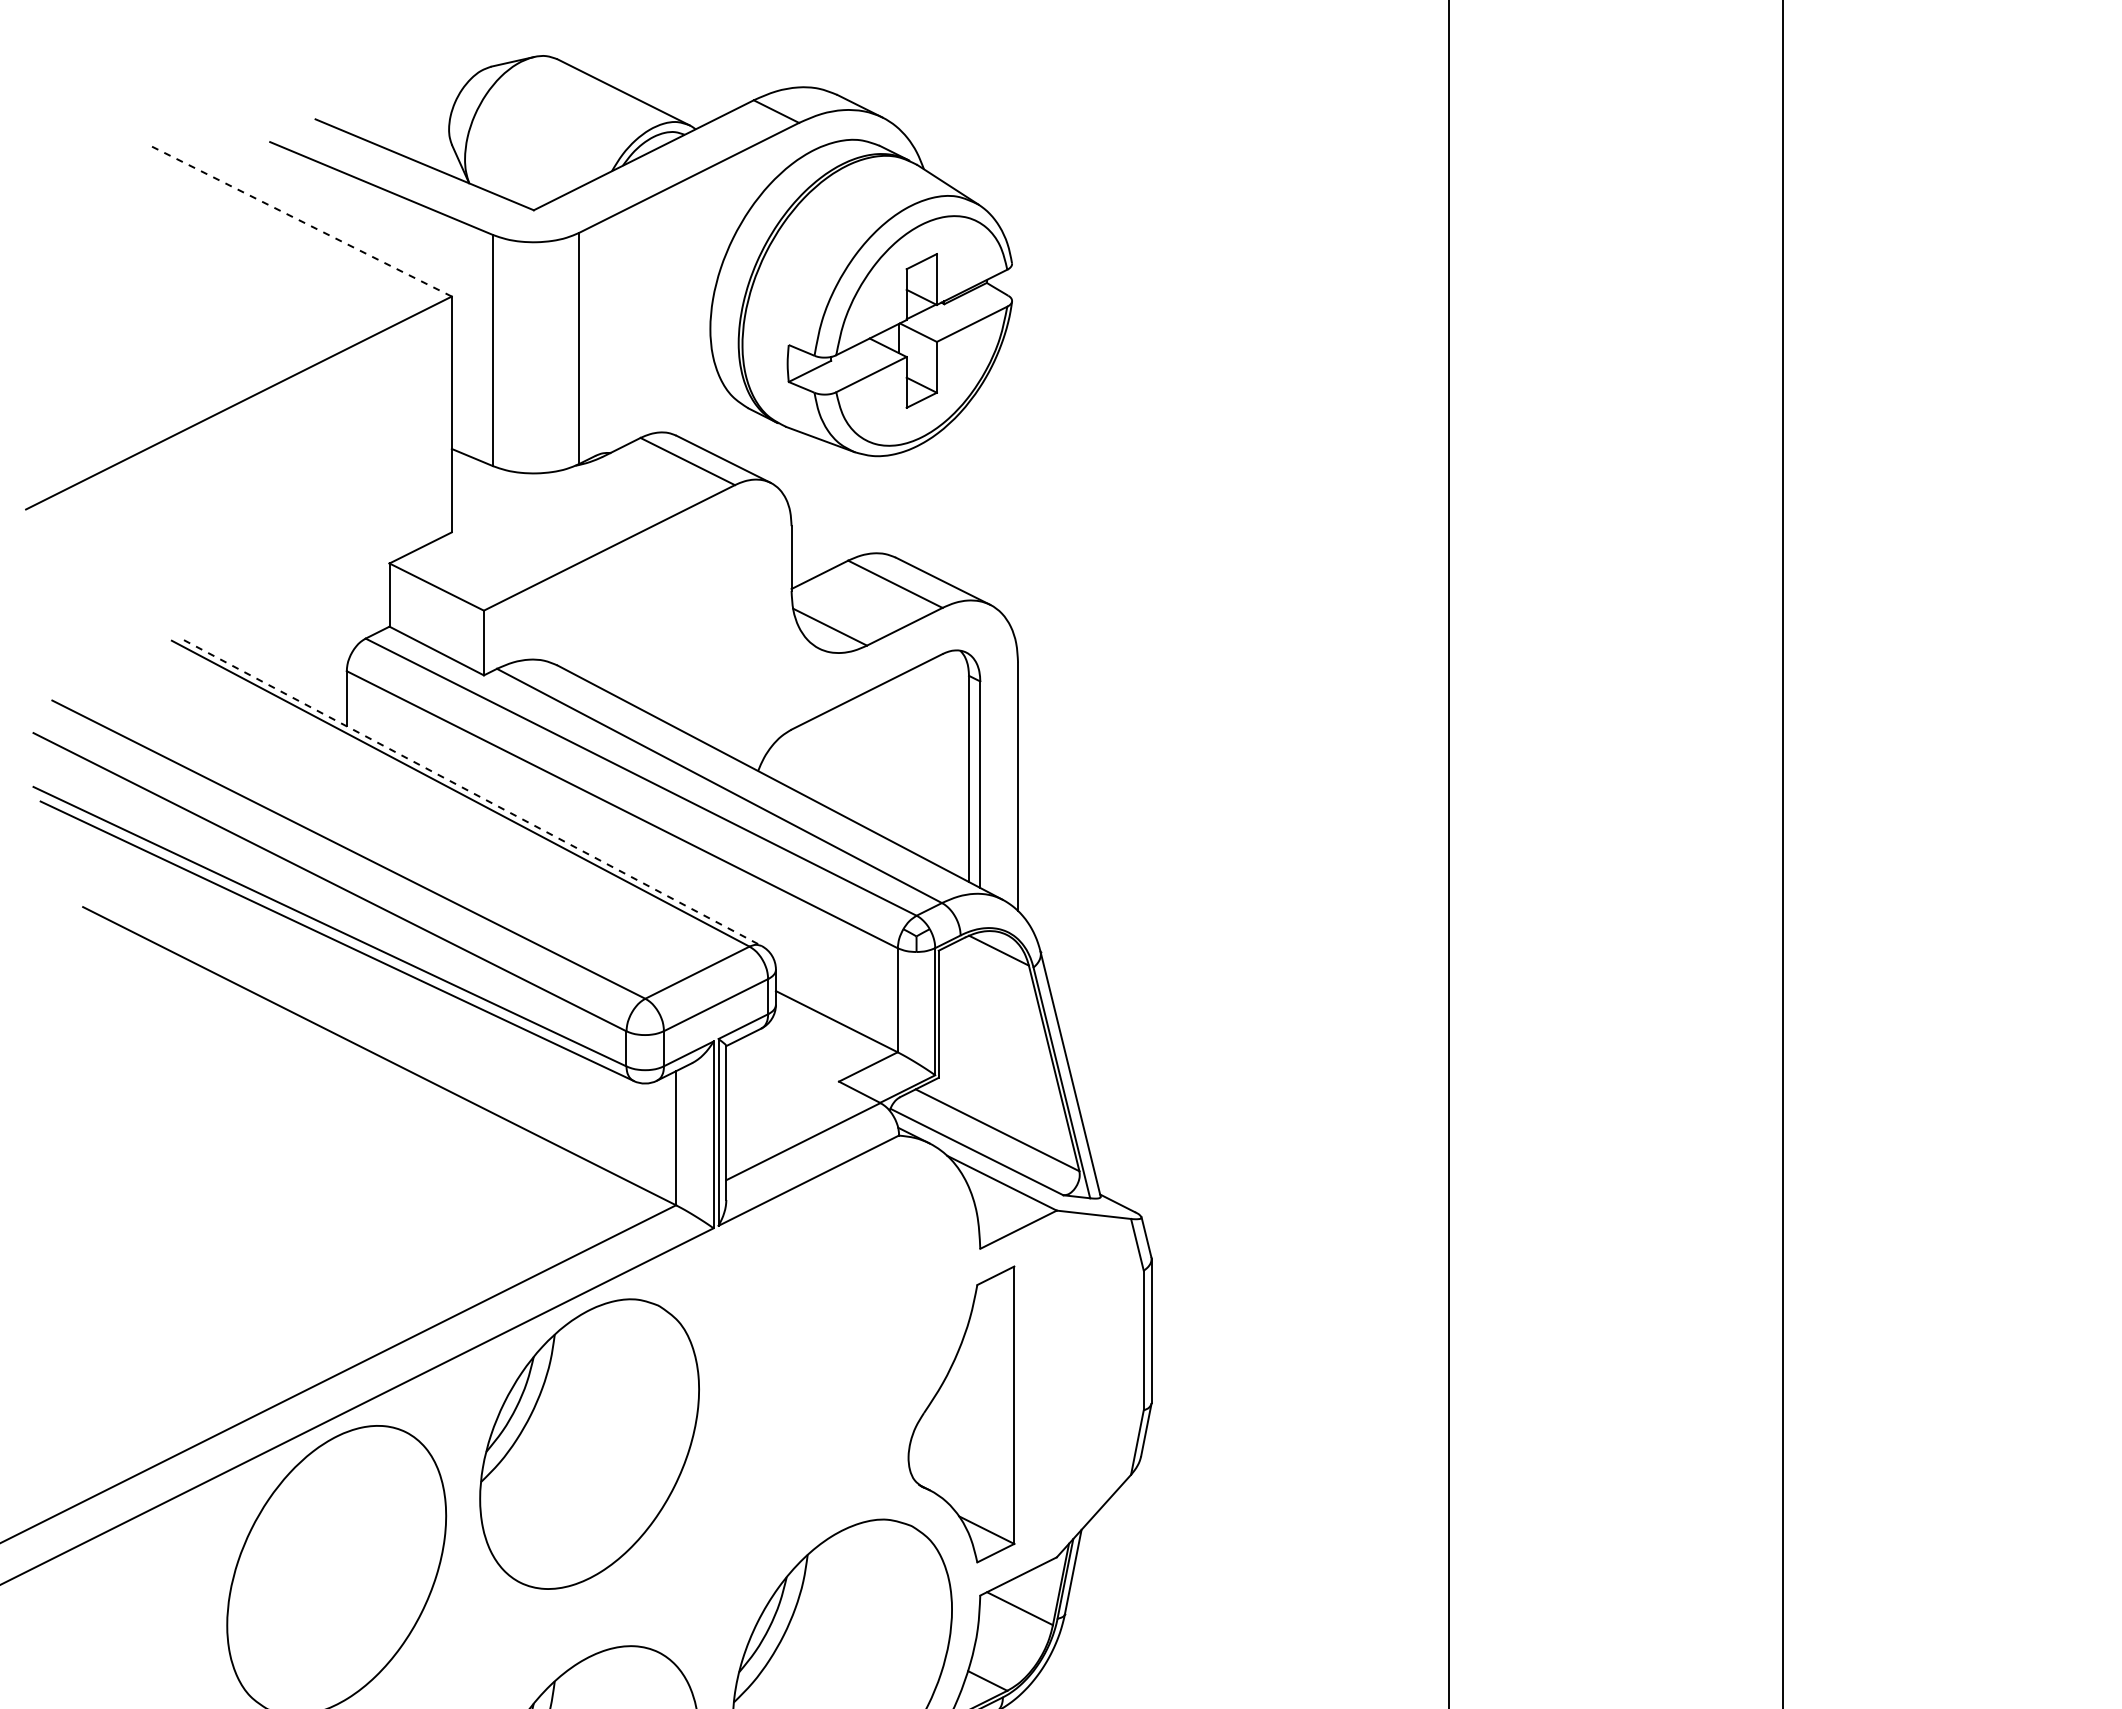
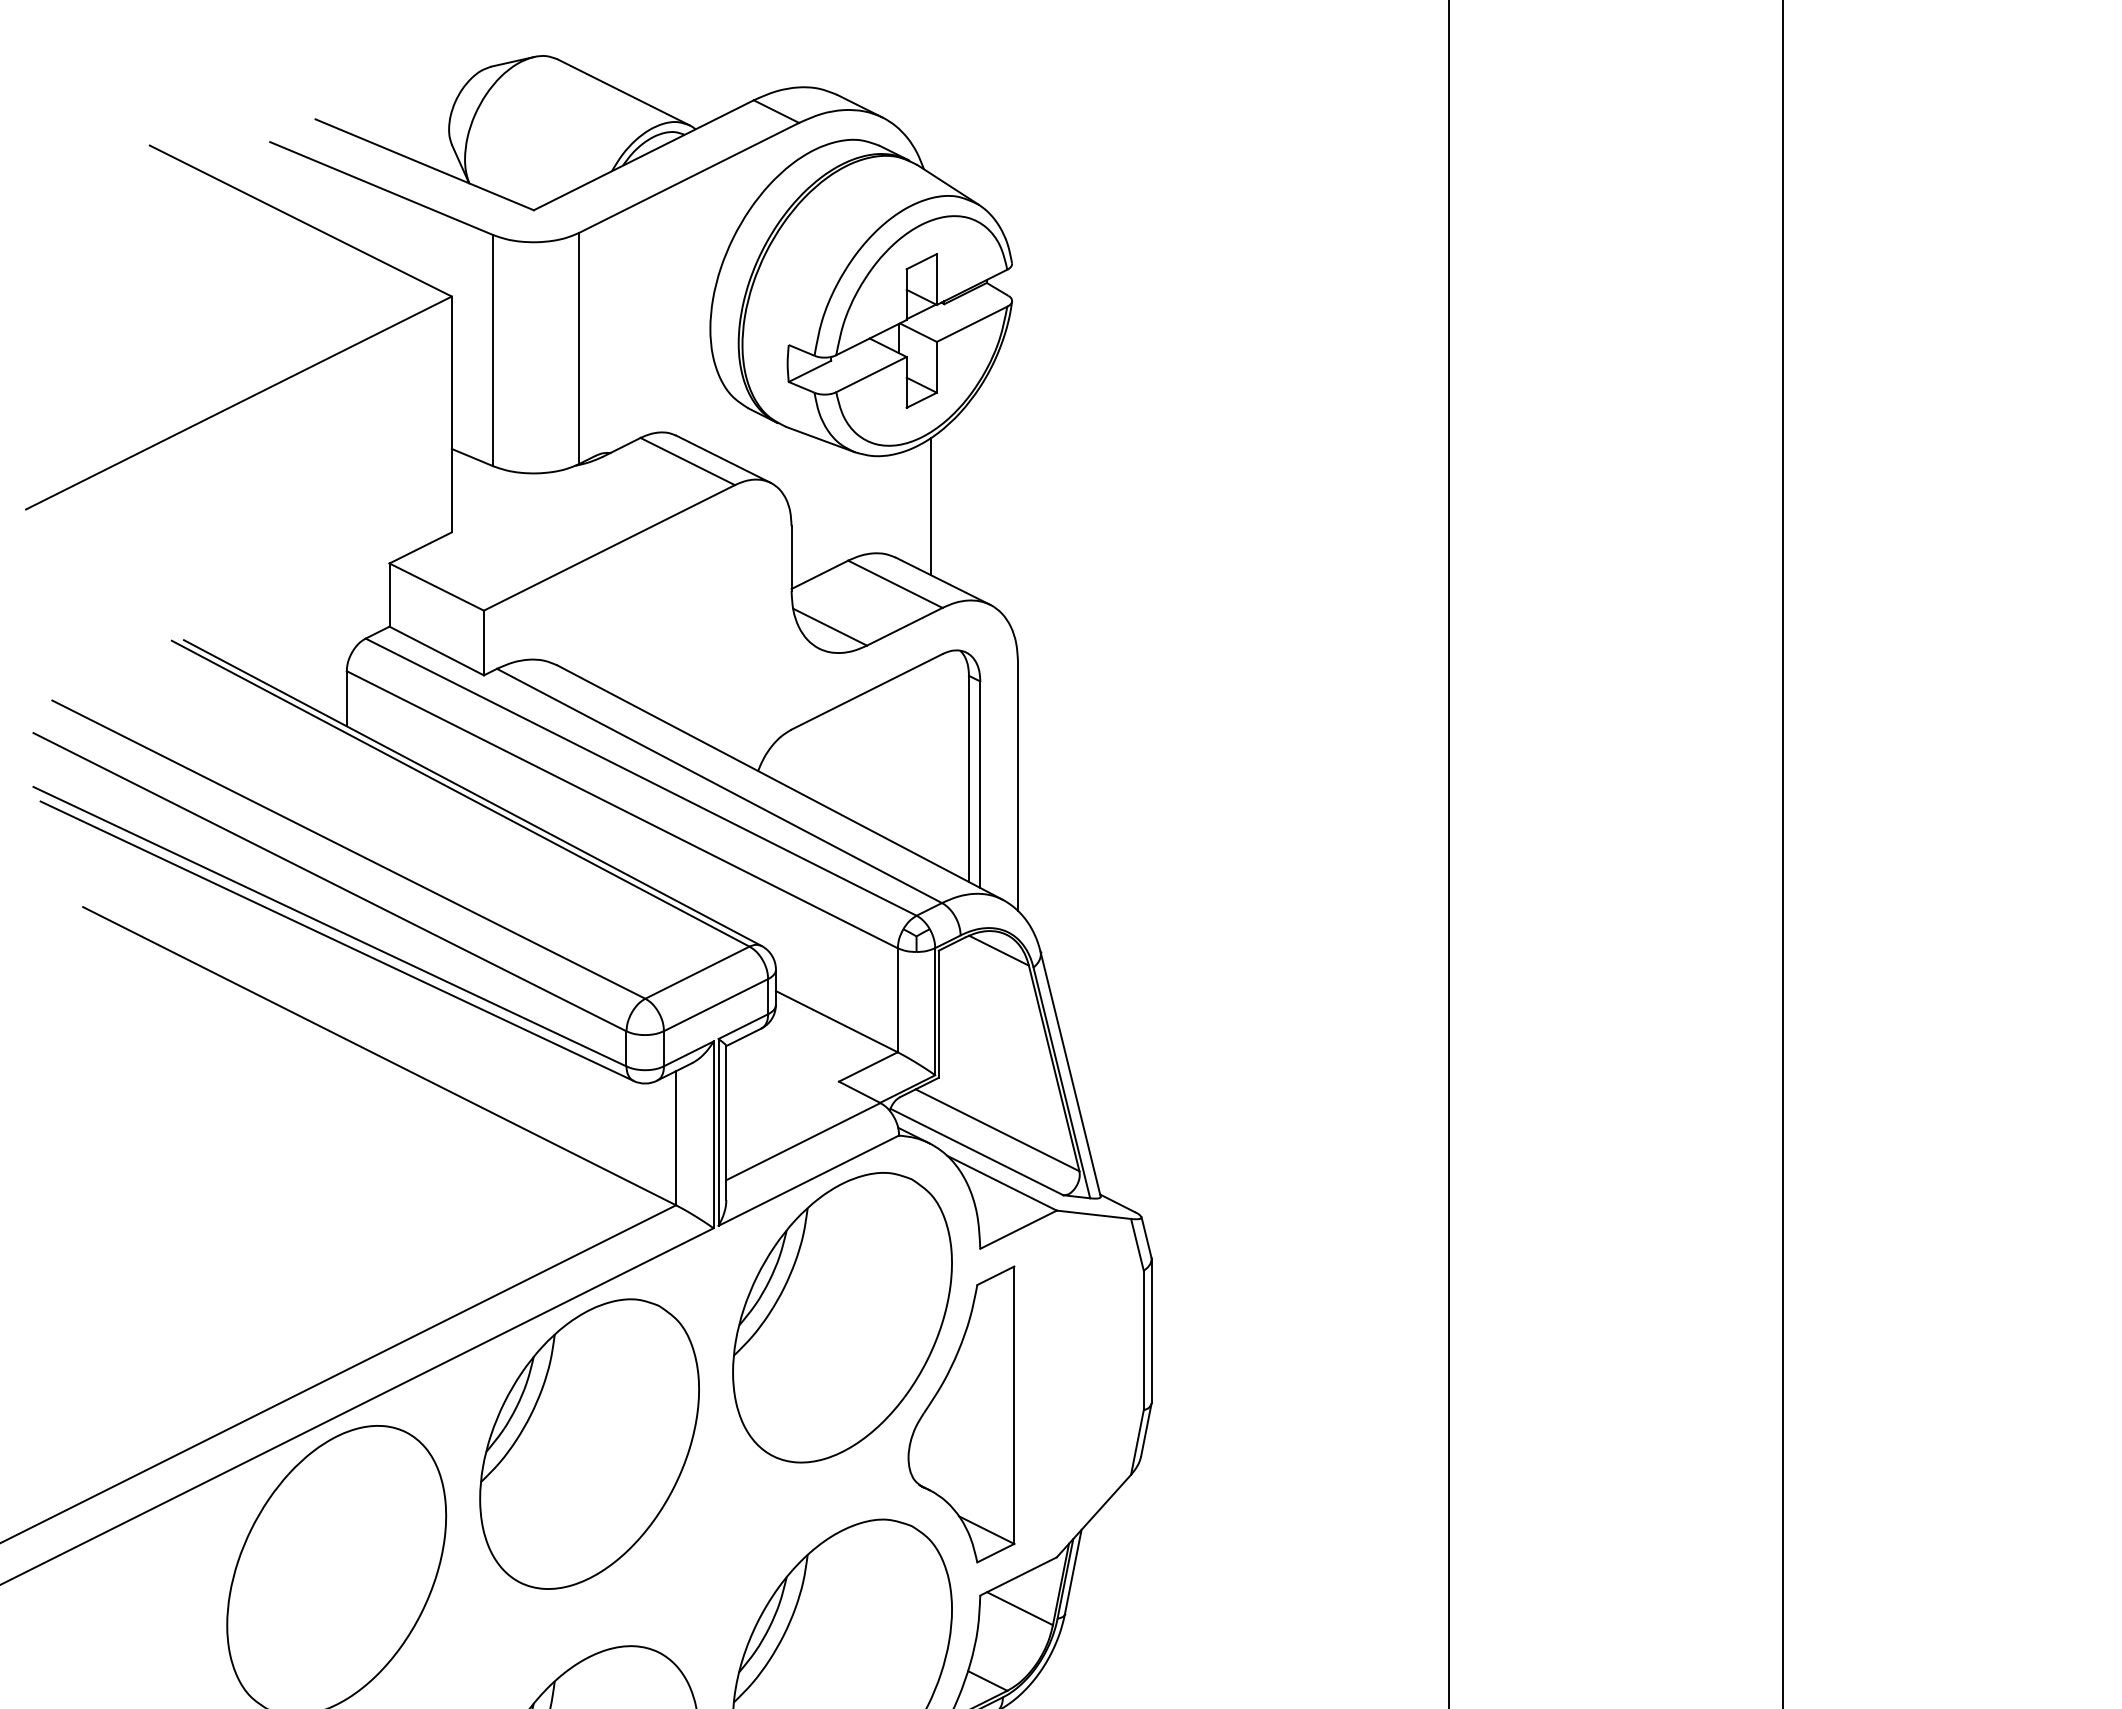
line at (300, 221): dashed -> solid
line at (931, 506): none -> present
line at (472, 793): dashed -> solid
part at (842, 1317): none -> present
